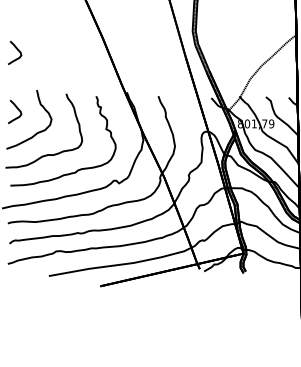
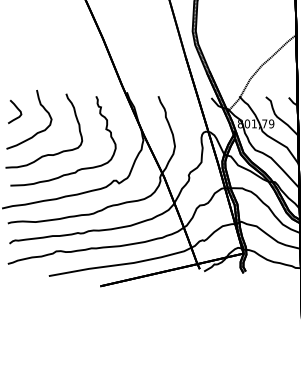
curve at (17, 50): present -> none
